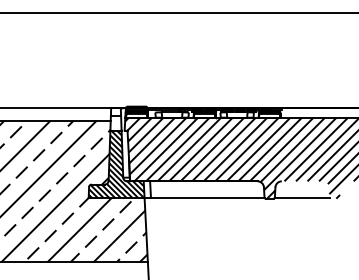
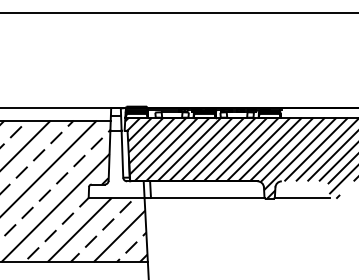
hatch at (116, 164): present -> none
